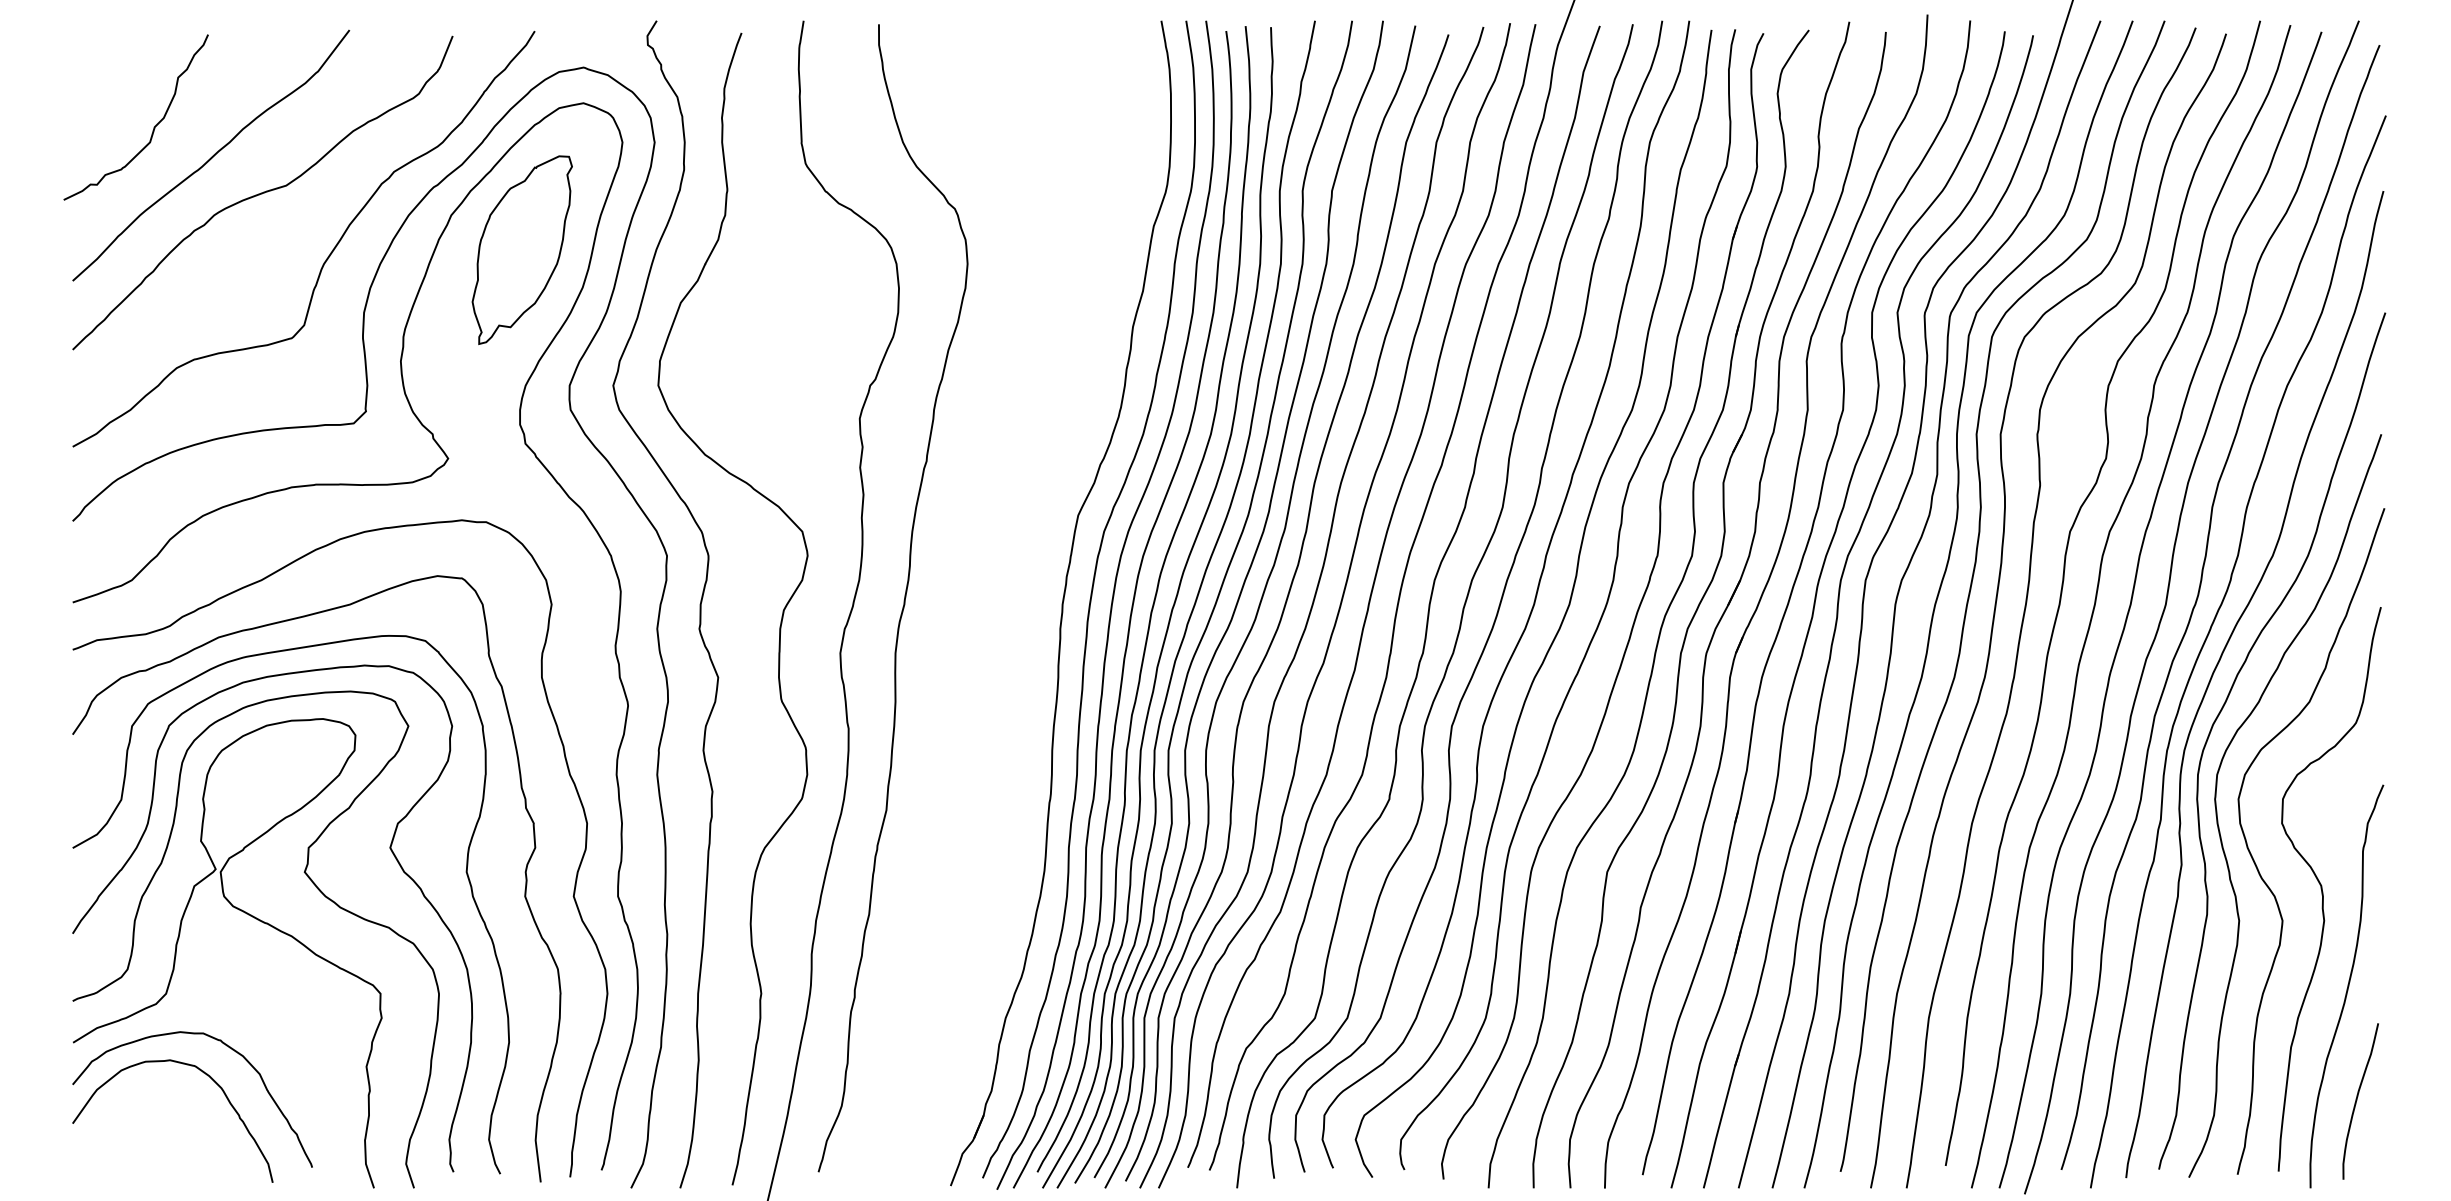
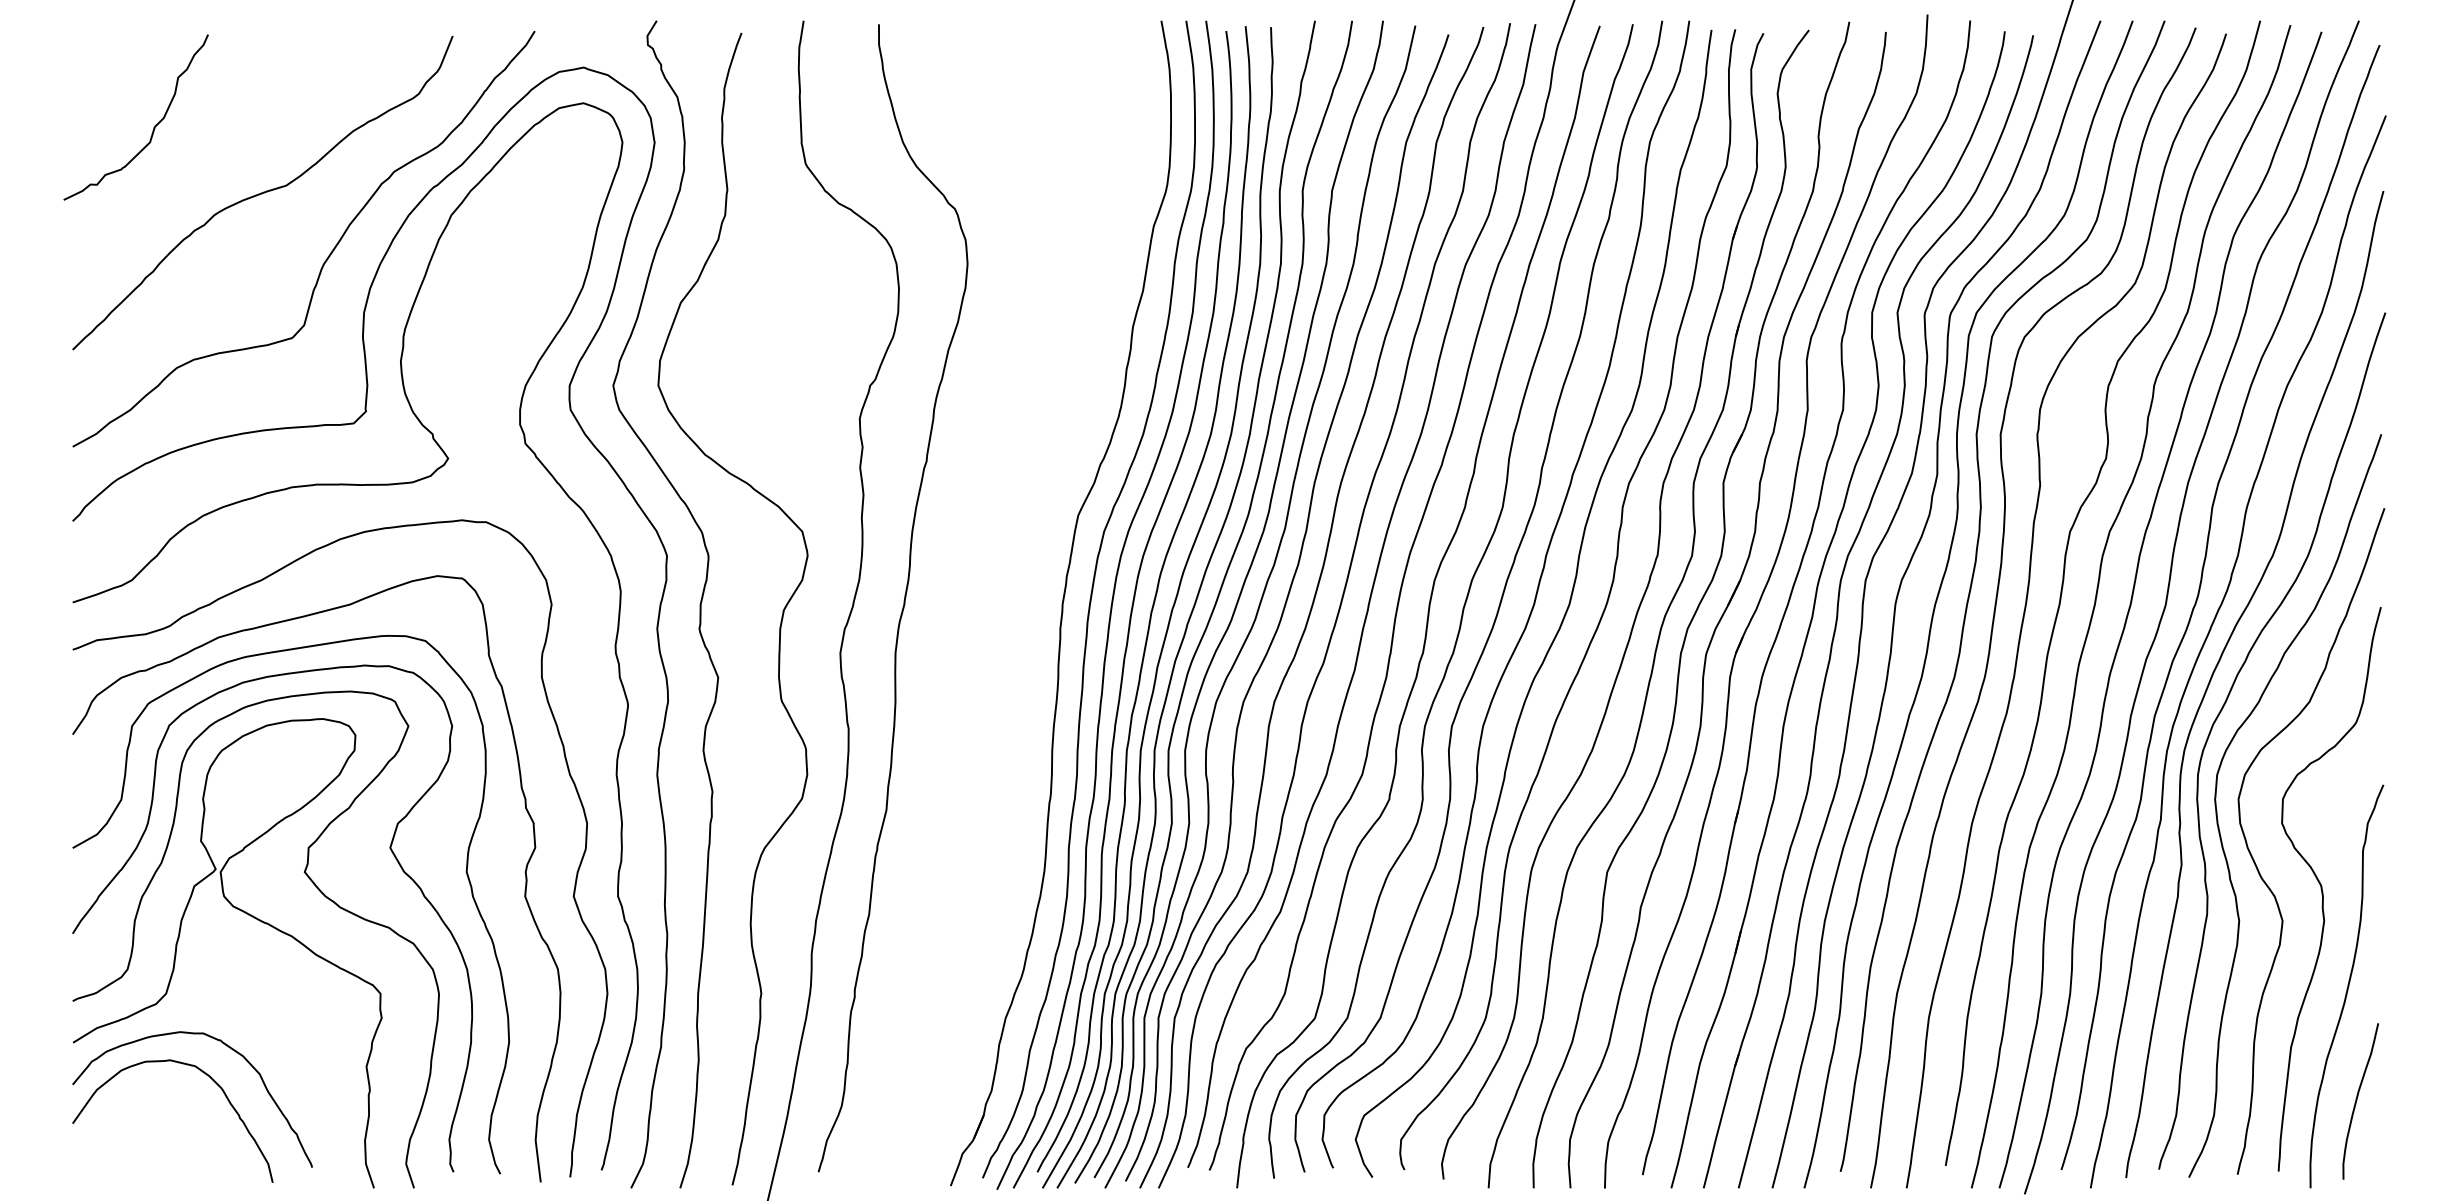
curve at (212, 155): present -> none
part at (521, 249): present -> none
